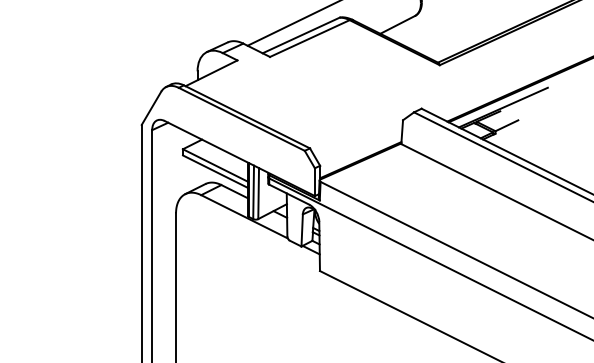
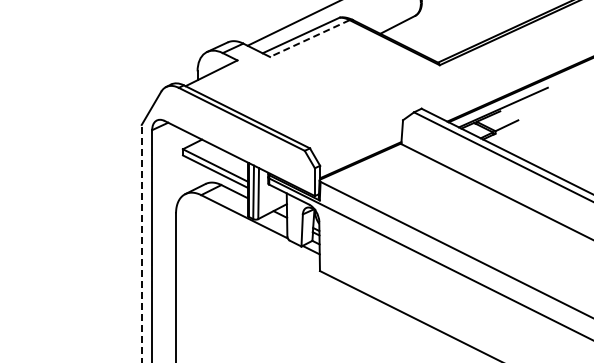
line at (309, 38): solid -> dashed
line at (141, 243): solid -> dashed
